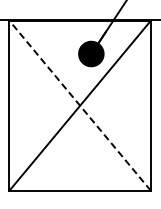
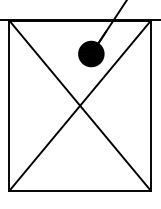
line at (79, 105): dashed -> solid
